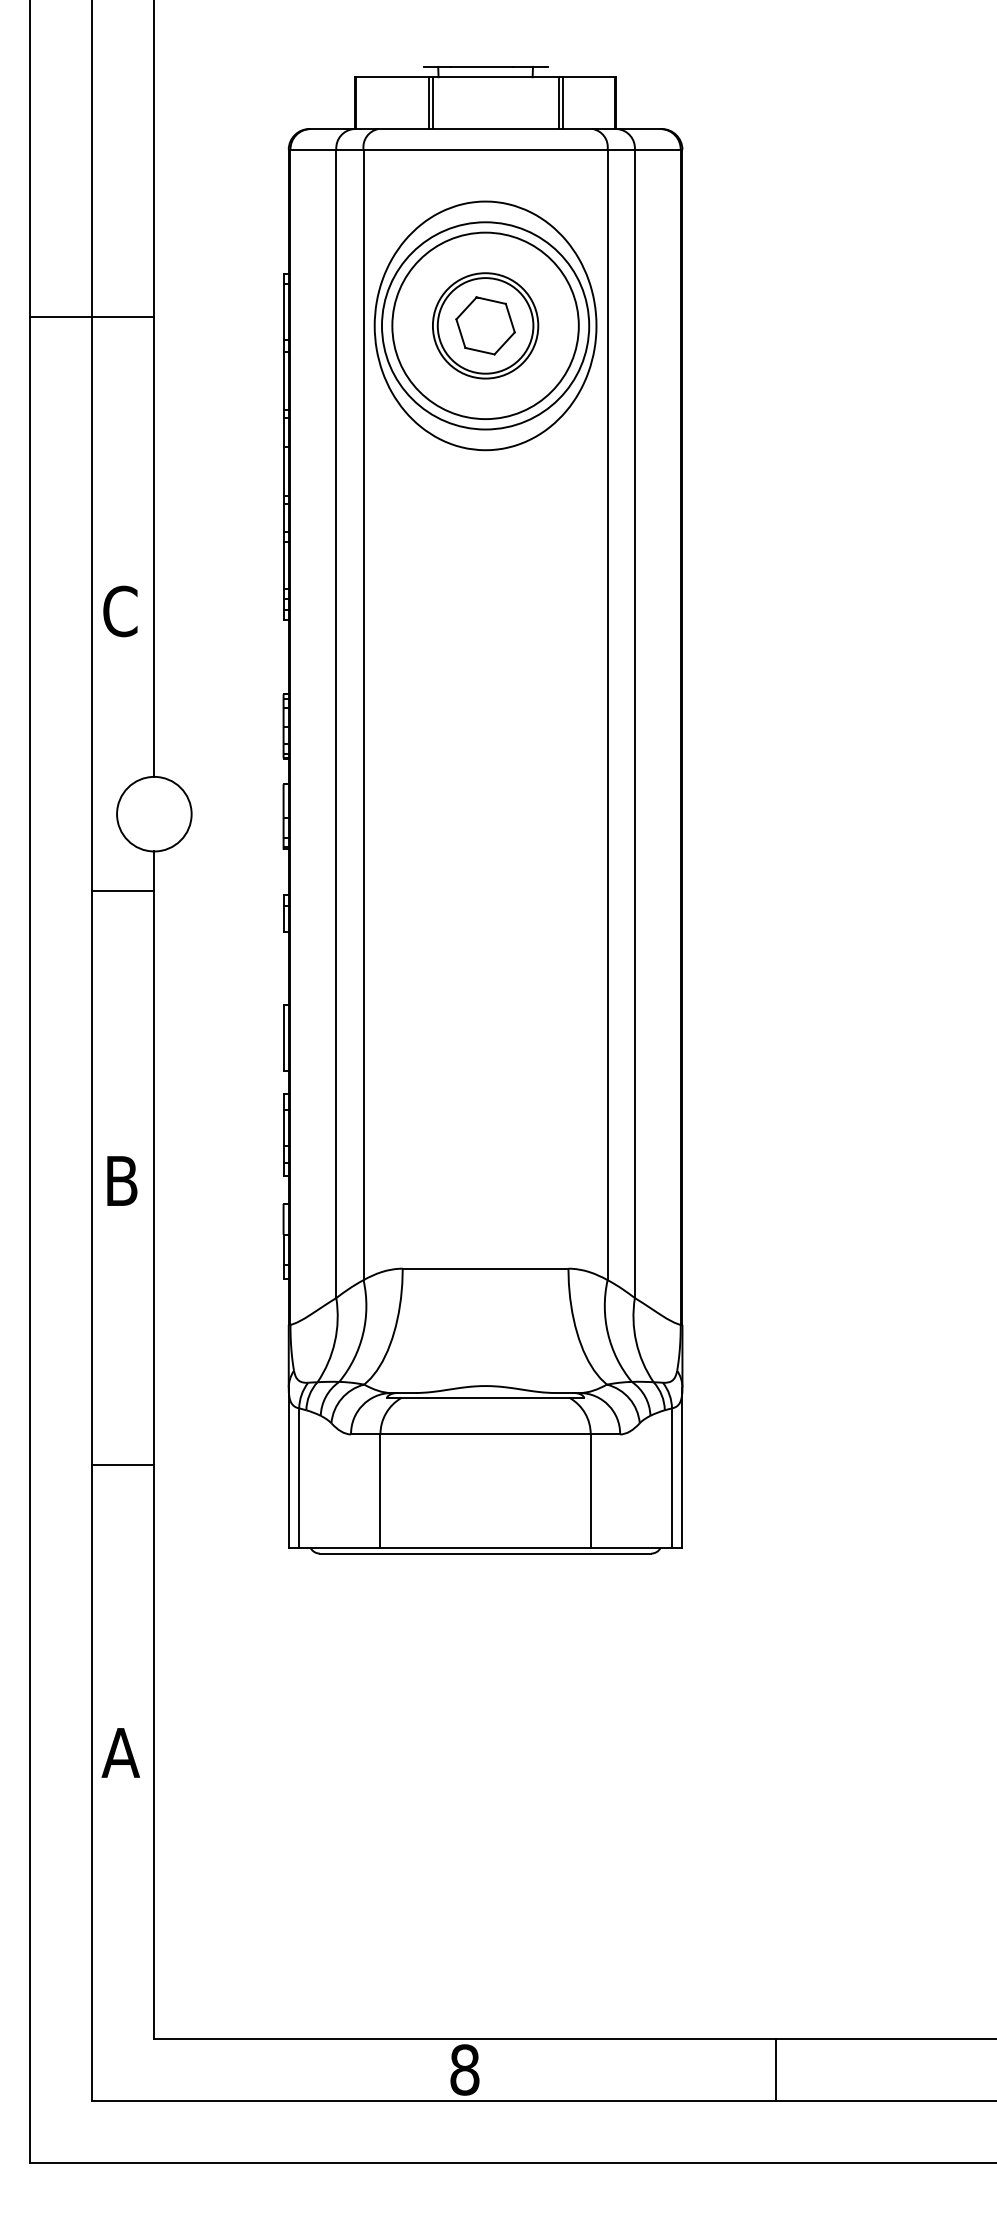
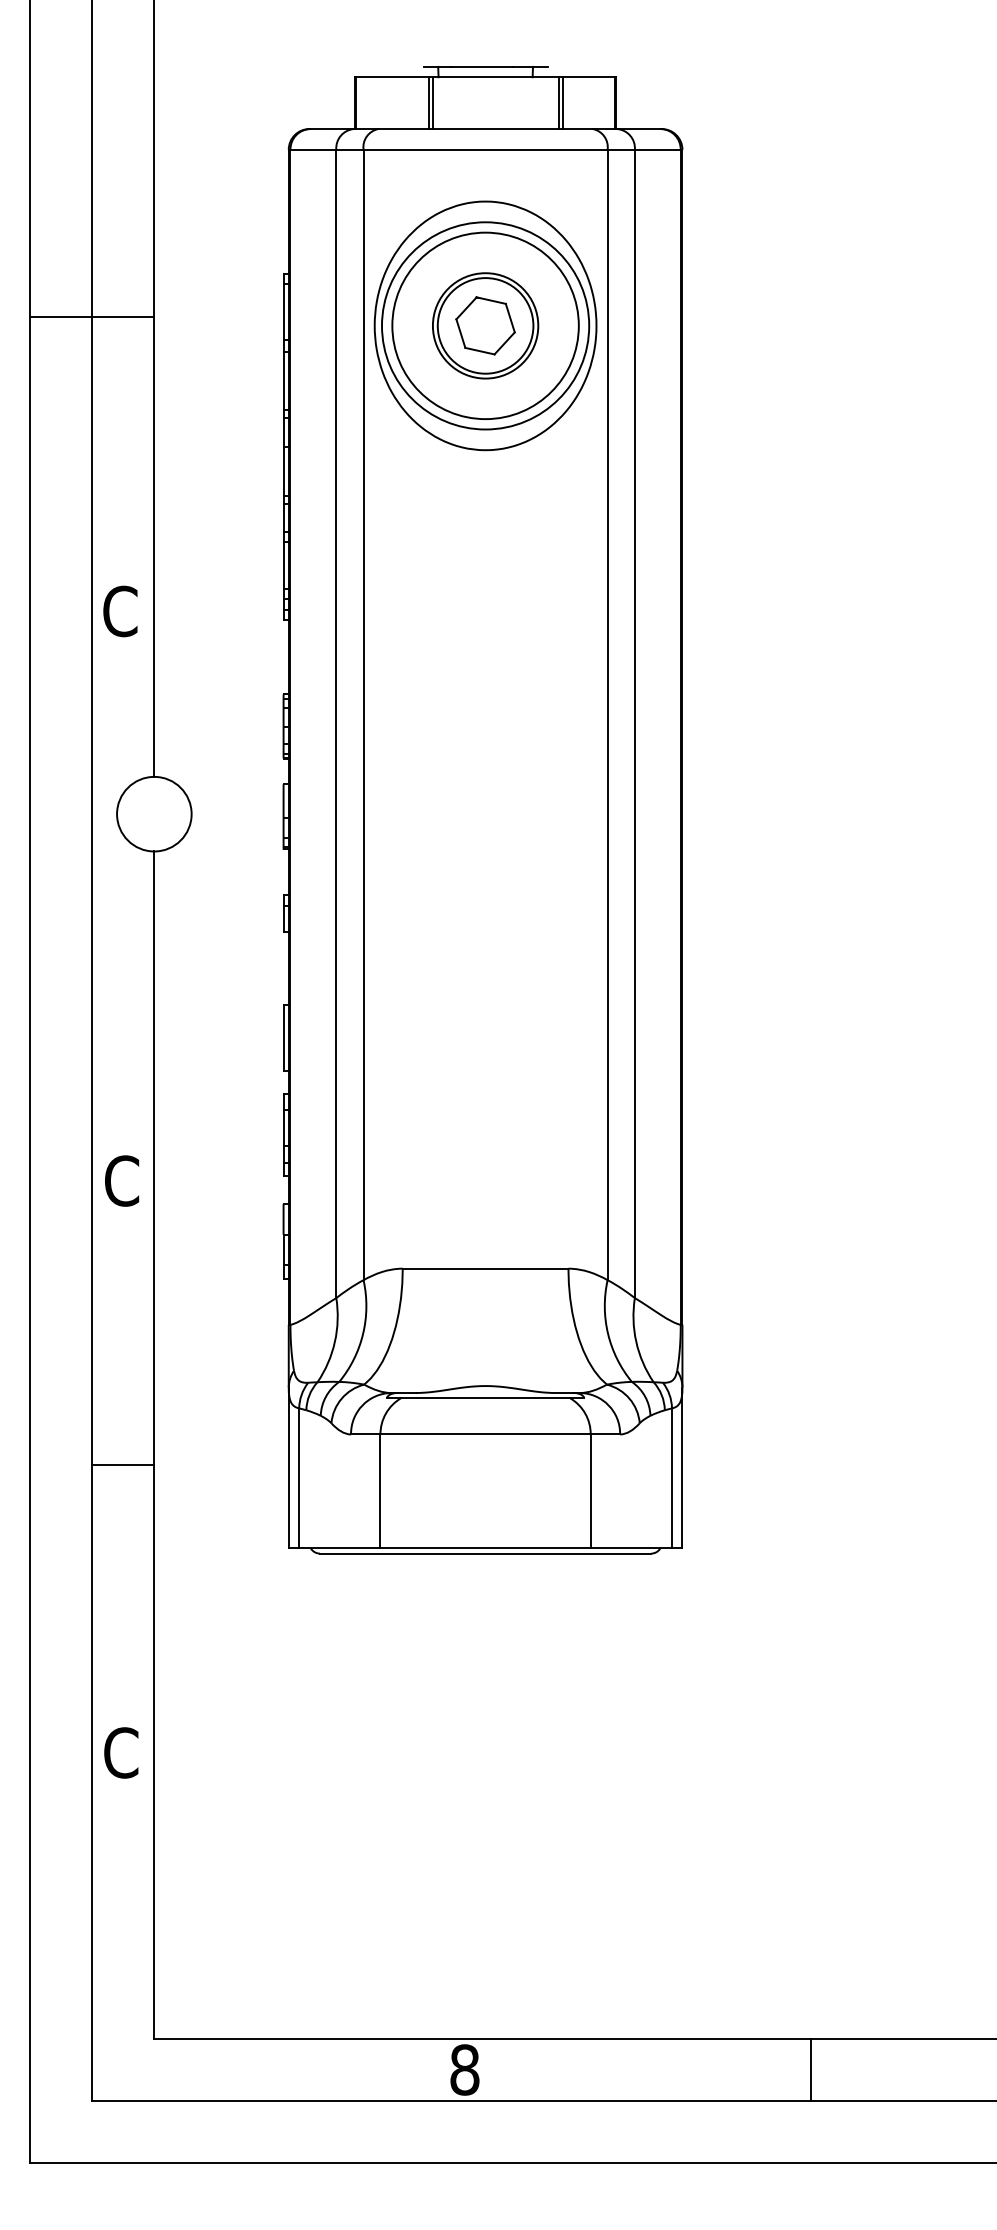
line at (123, 890): present -> none
text at (122, 1180): B -> C
text at (120, 1752): A -> C
line at (775, 2069) position: (775, 2069) -> (810, 2069)
